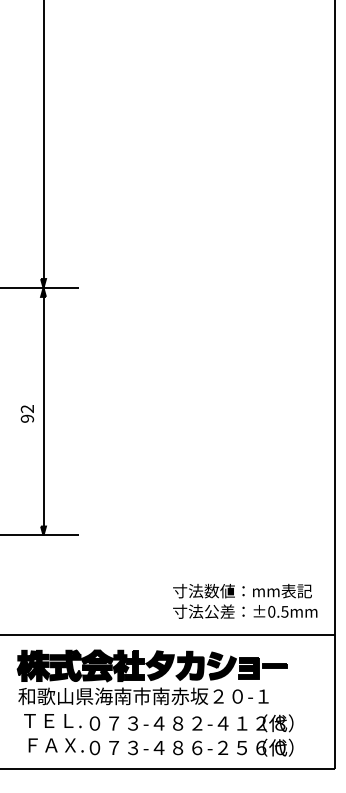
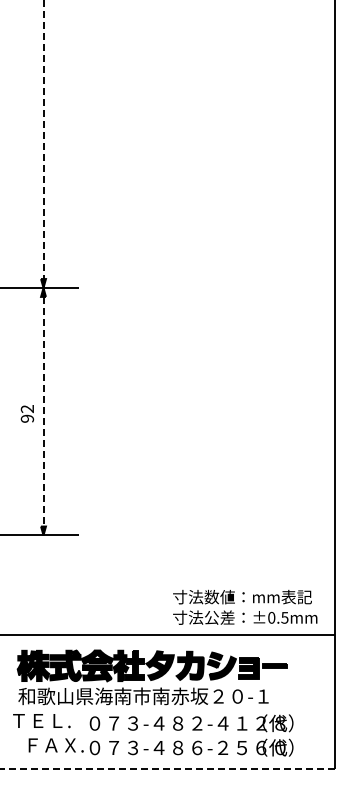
line at (43, 267): solid -> dashed
text at (245, 600) position: (245, 600) -> (245, 606)
text at (52, 721) position: (52, 721) -> (41, 721)
line at (167, 769): solid -> dashed
